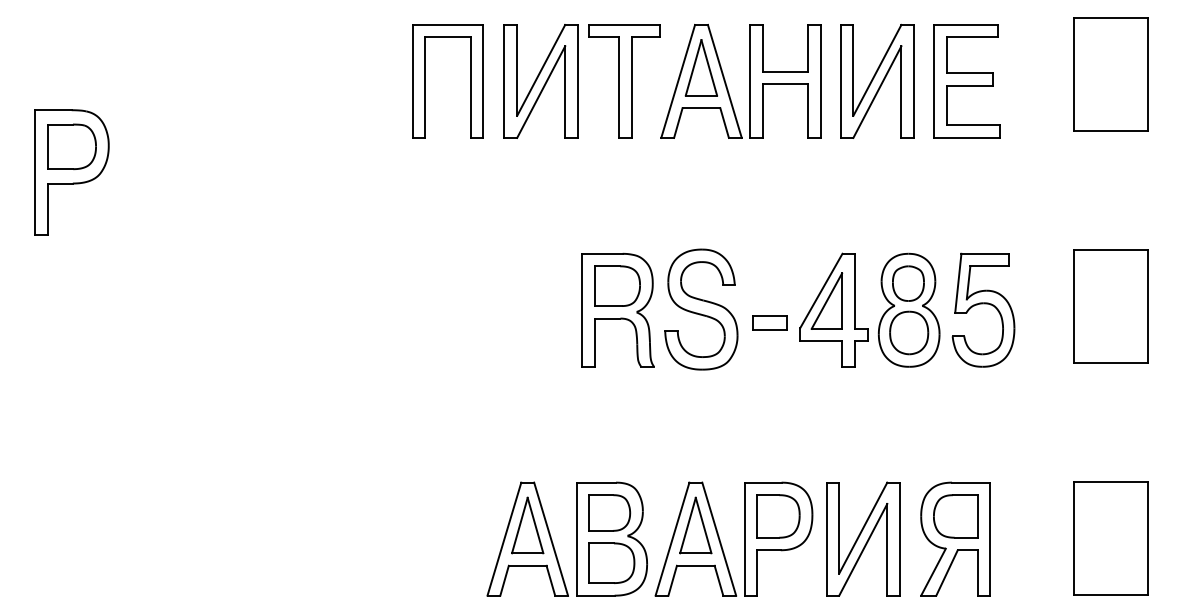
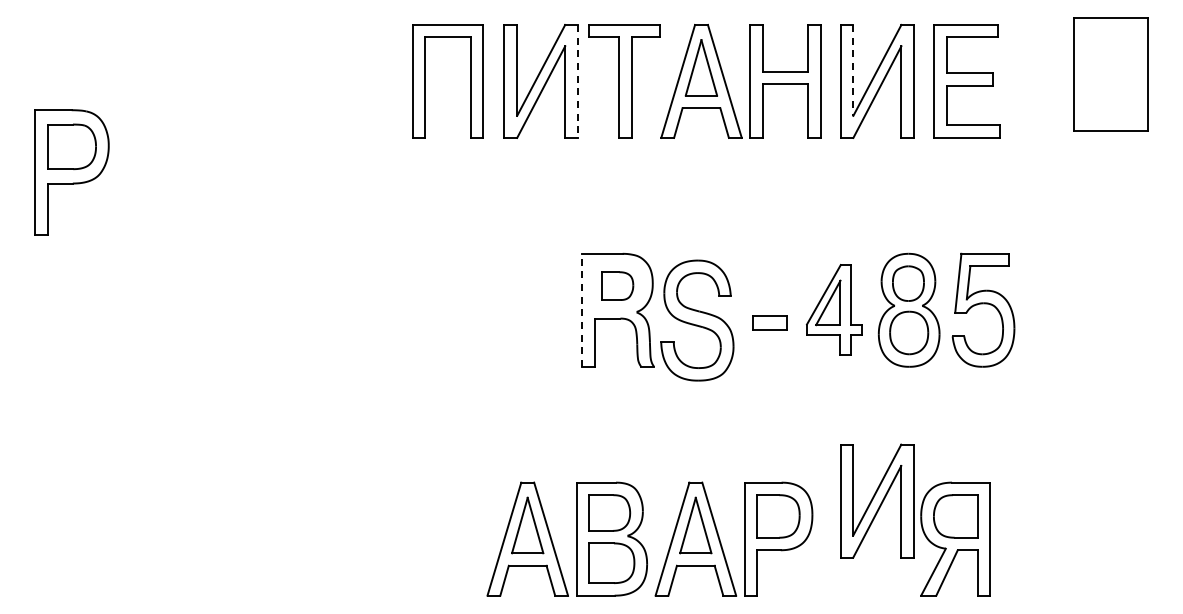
line at (853, 70): solid -> dashed
line at (577, 81): solid -> dashed
part at (617, 285) size: 47x42 px -> 34x30 px
part at (1110, 306): present -> none
part at (701, 309) position: (701, 309) -> (697, 320)
part at (833, 309) size: 70x116 px -> 57x92 px
line at (582, 310): solid -> dashed
part at (863, 538) position: (863, 538) -> (877, 500)
part at (1110, 538): present -> none
